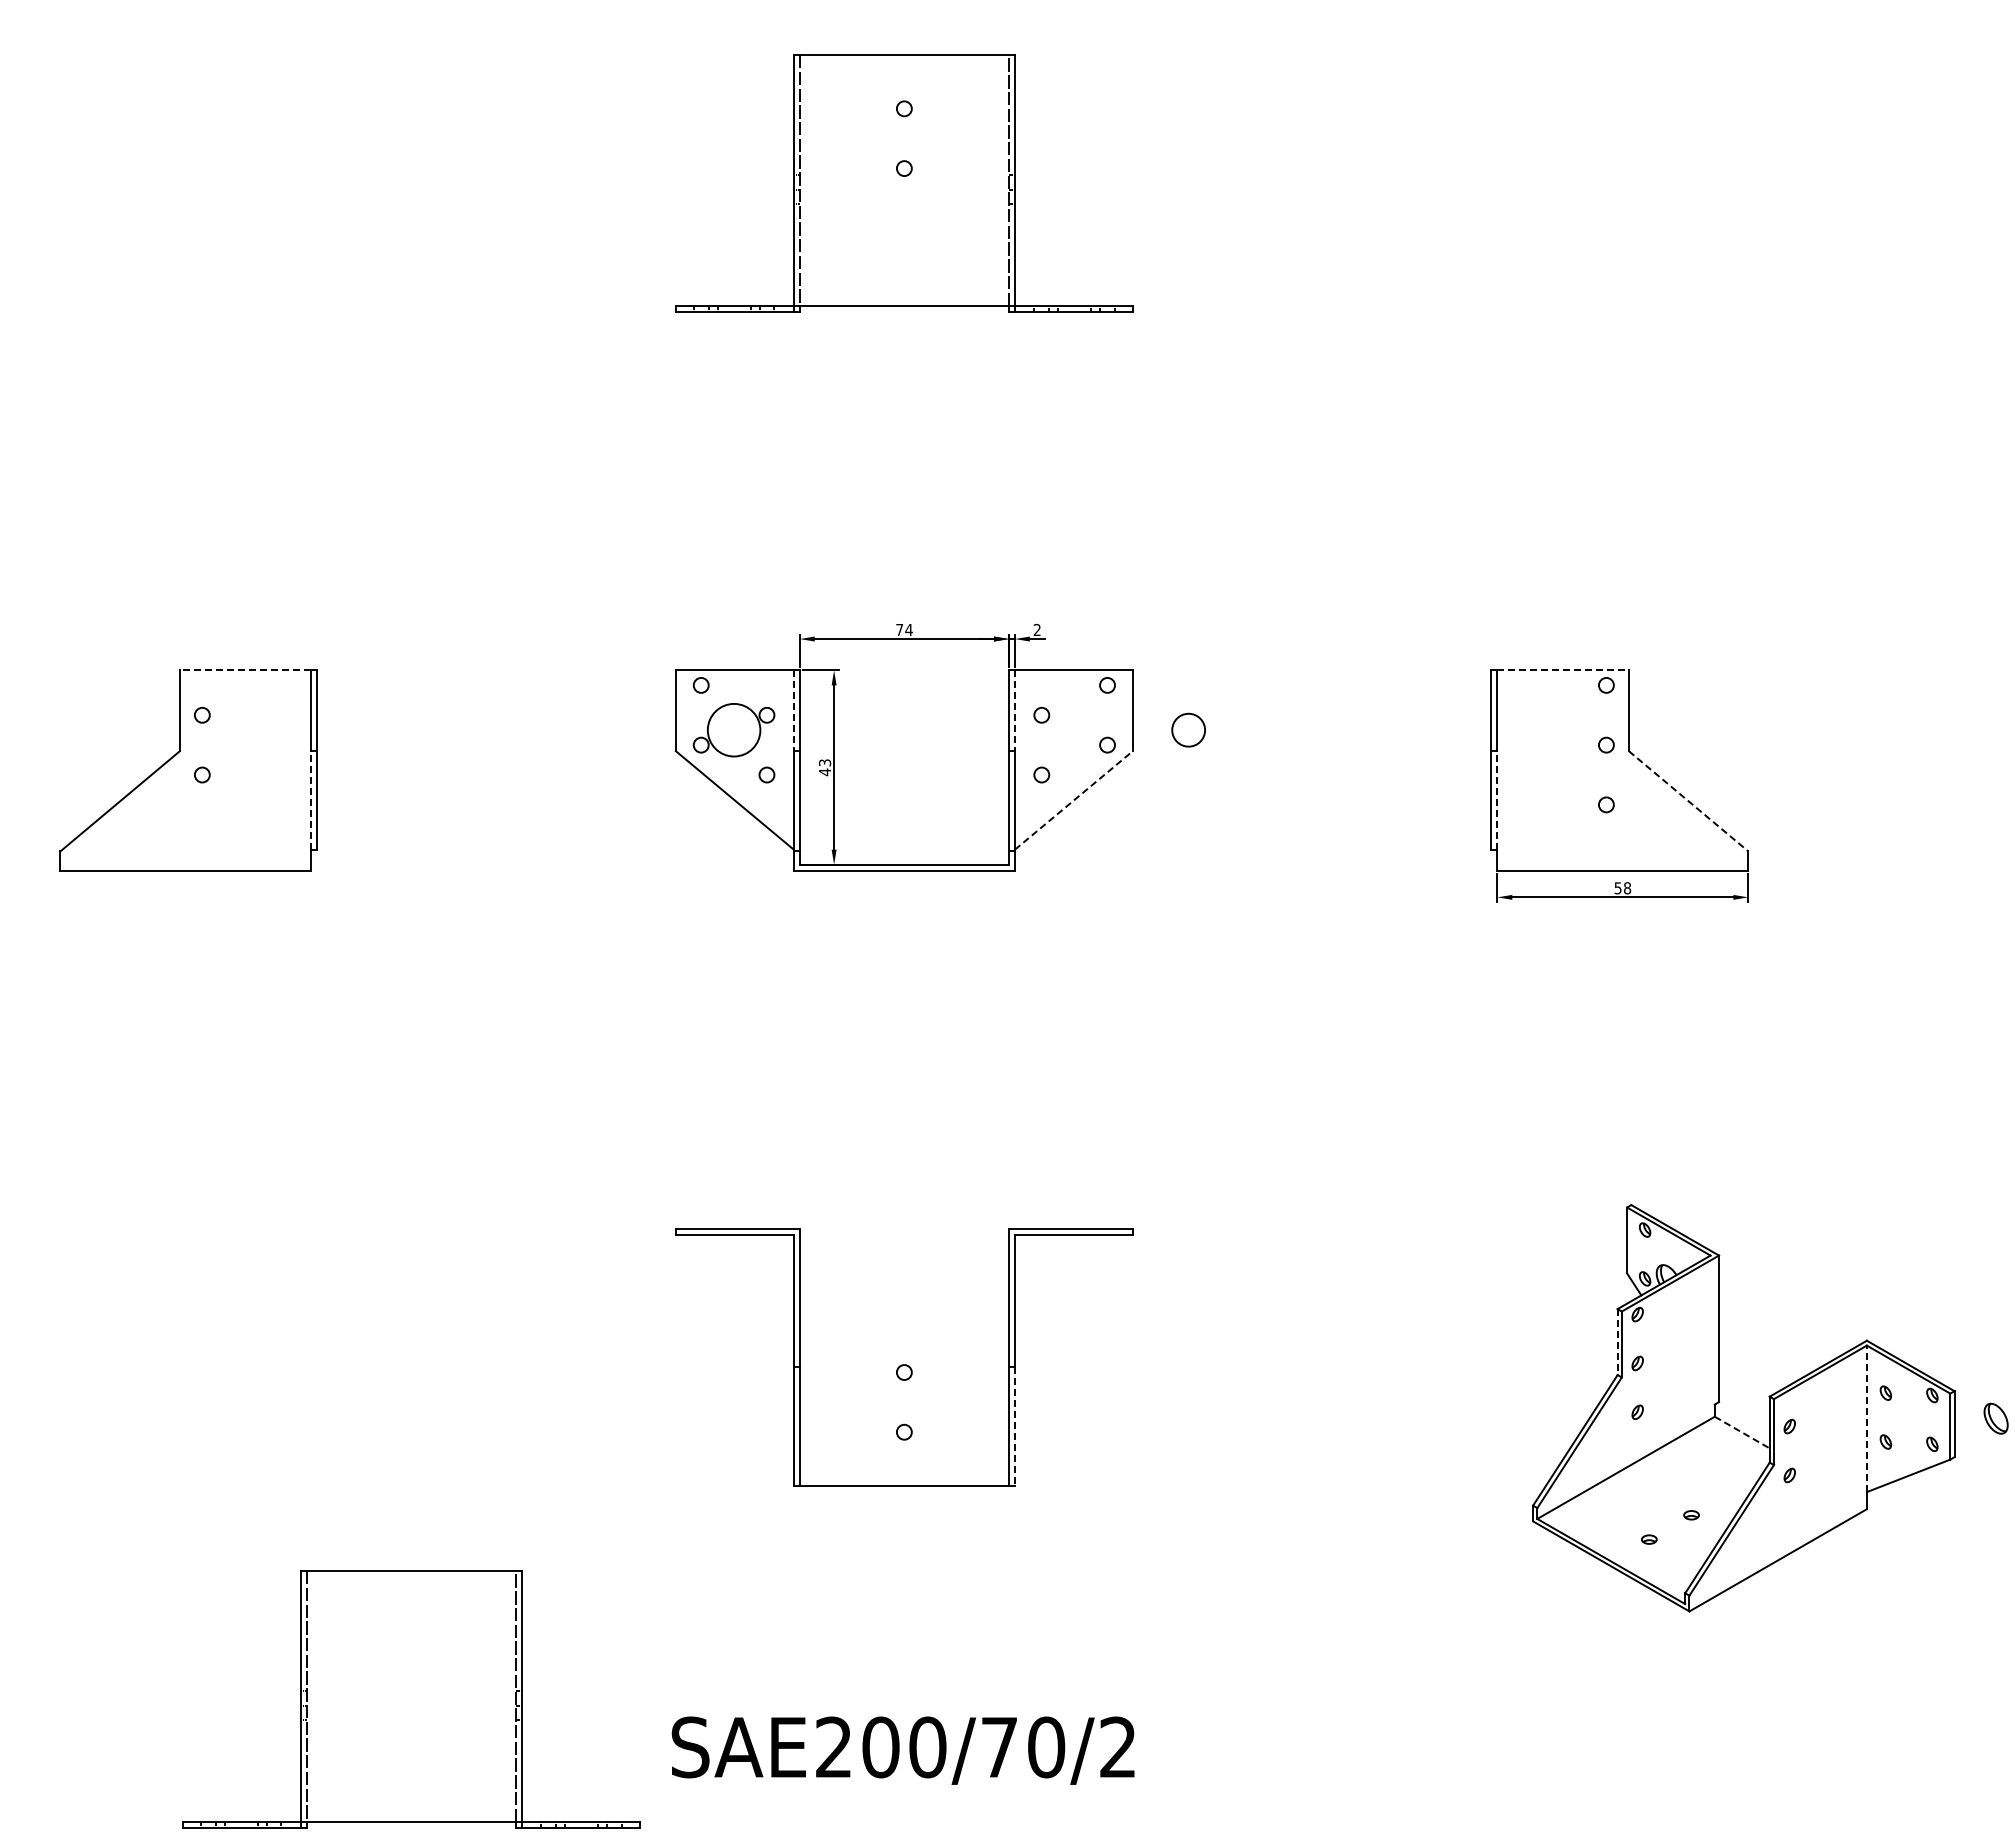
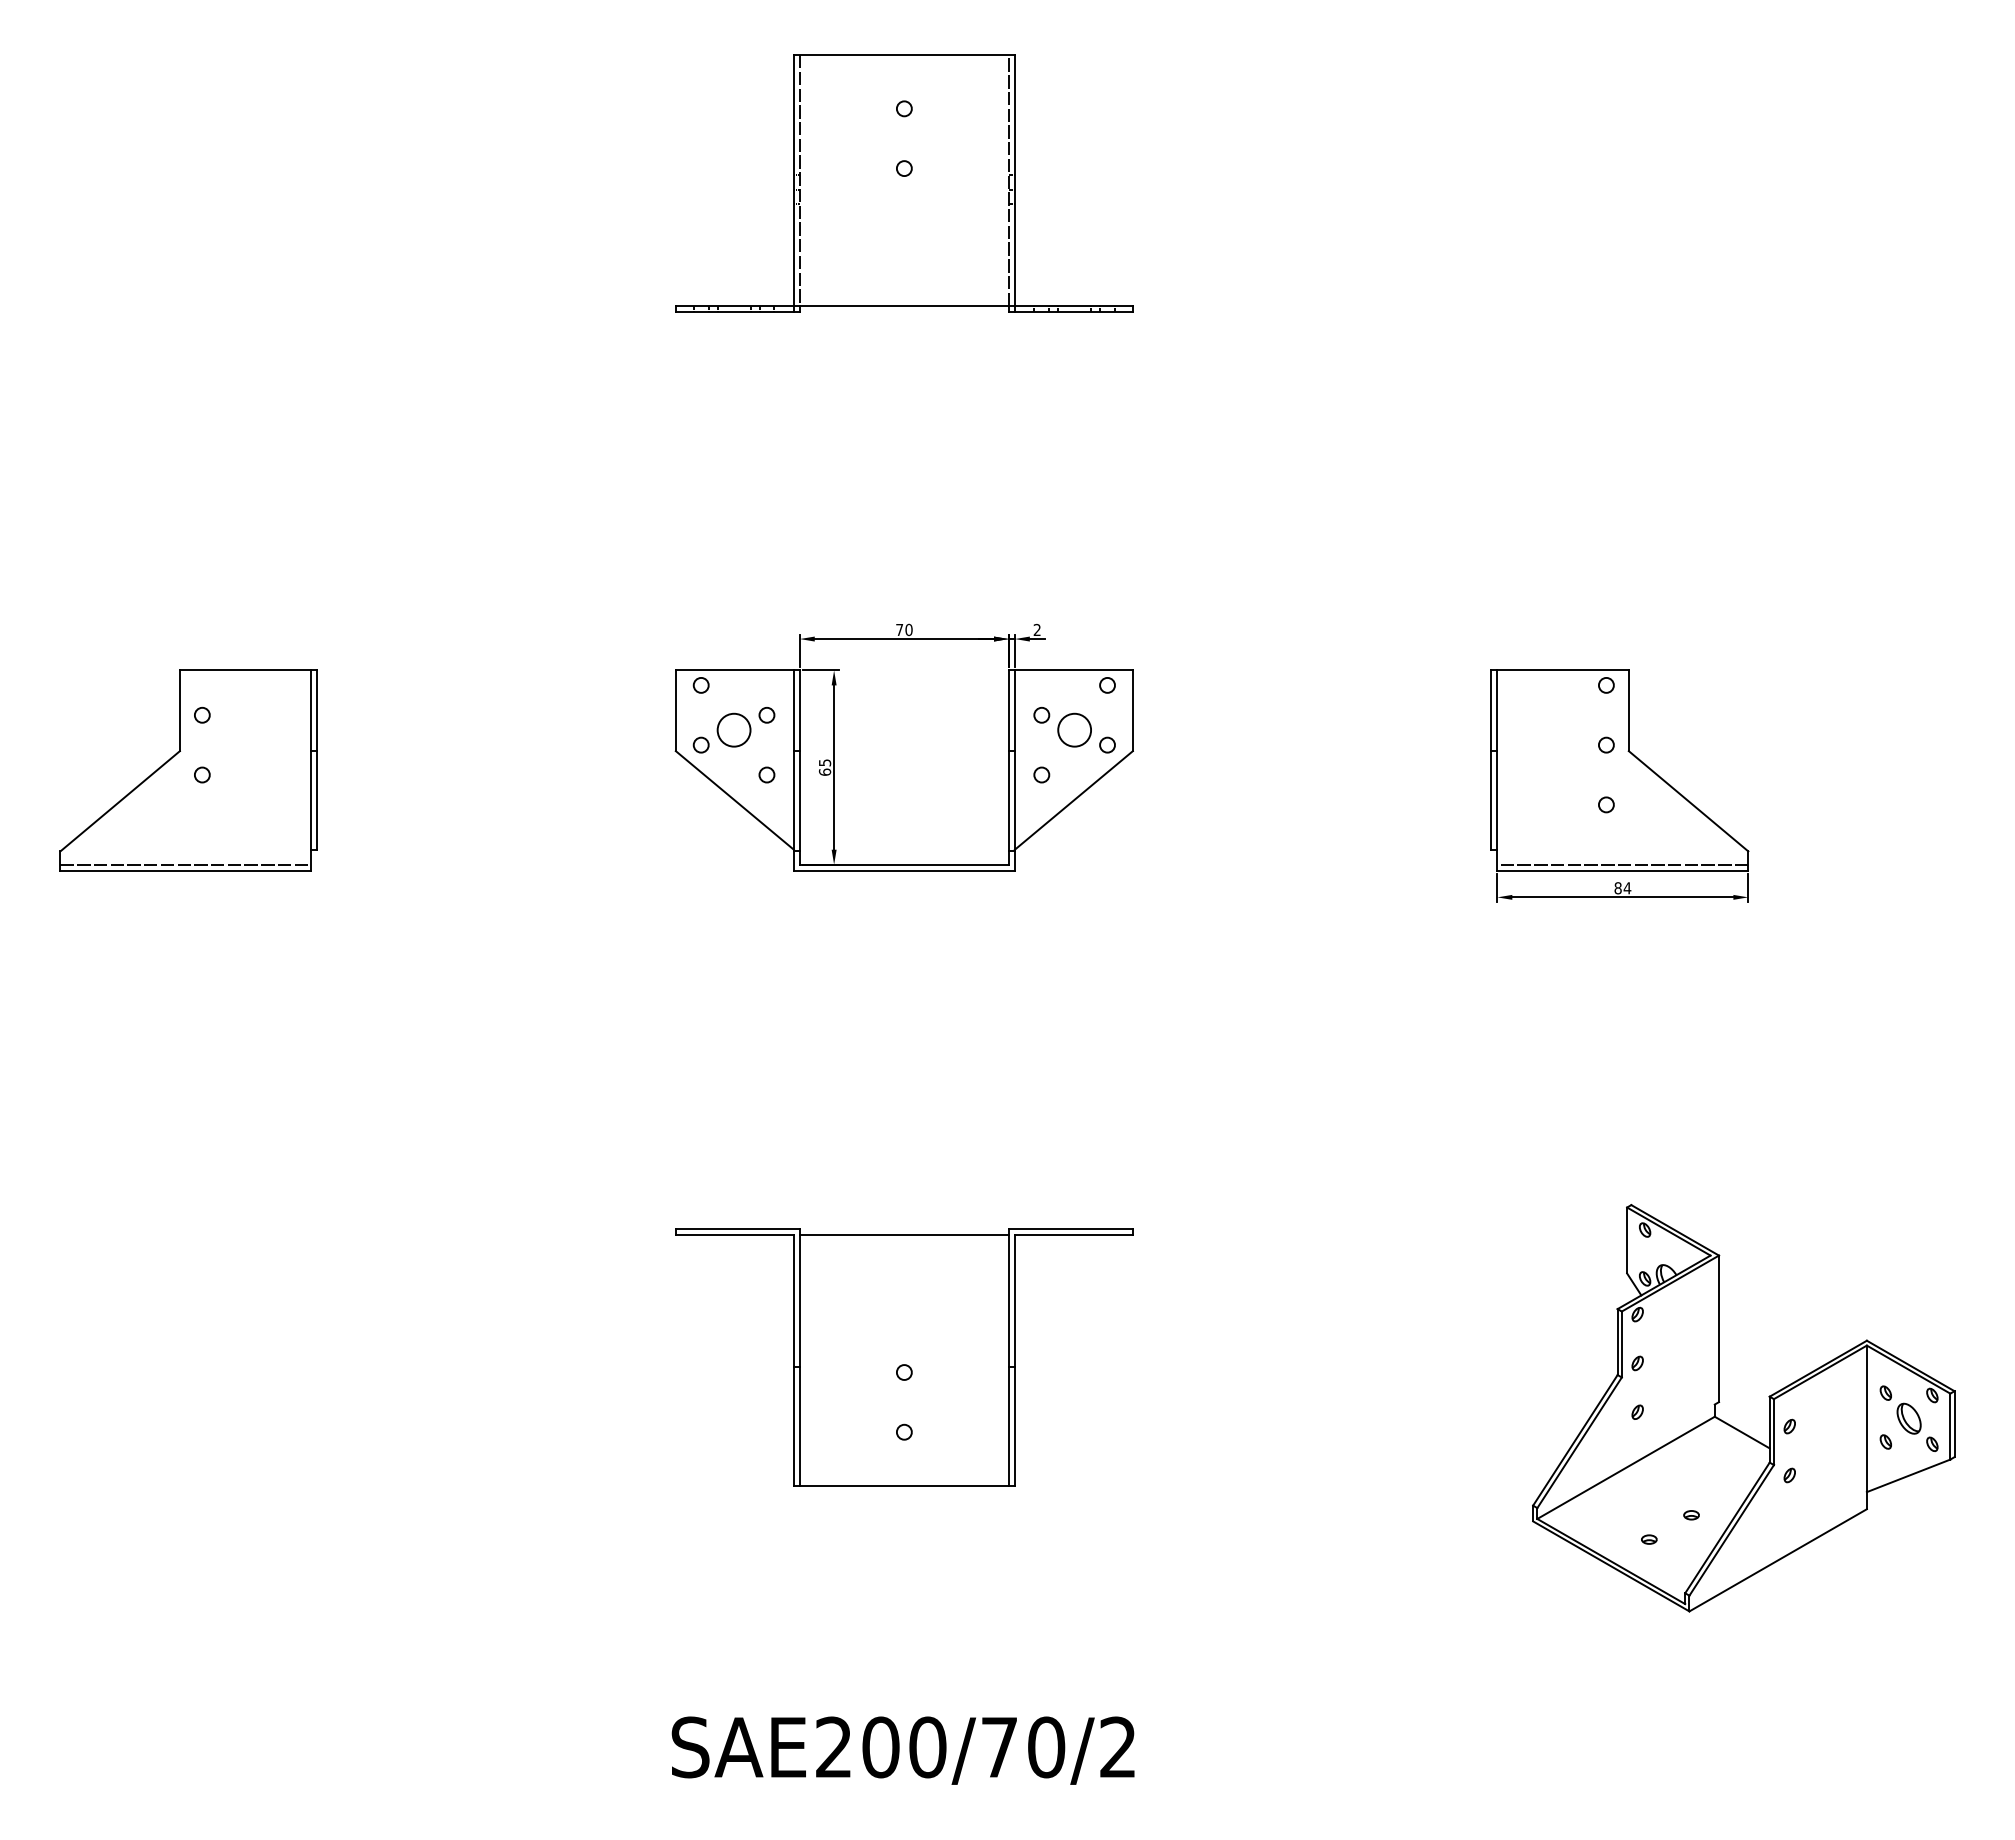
text at (908, 629): 74 -> 70
line at (245, 670): dashed -> solid
line at (1563, 670): dashed -> solid
line at (793, 711): dashed -> solid
line at (1014, 711): dashed -> solid
circle at (733, 729) diameter: 53 px -> 33 px
circle at (1188, 729) position: (1188, 729) -> (1074, 729)
text at (824, 767): 43 -> 65
line at (311, 799): dashed -> solid
line at (1497, 799): dashed -> solid
line at (1073, 800): dashed -> solid
line at (1688, 801): dashed -> solid
line at (185, 864): none -> present
line at (1622, 864): none -> present
text at (1622, 888): 58 -> 84
line at (903, 1235): none -> present
line at (1617, 1342): dashed -> solid
line at (1866, 1418): dashed -> solid
part at (1995, 1418) position: (1995, 1418) -> (1908, 1418)
line at (1014, 1426): dashed -> solid
line at (1742, 1432): dashed -> solid
part at (411, 1699): present -> none
